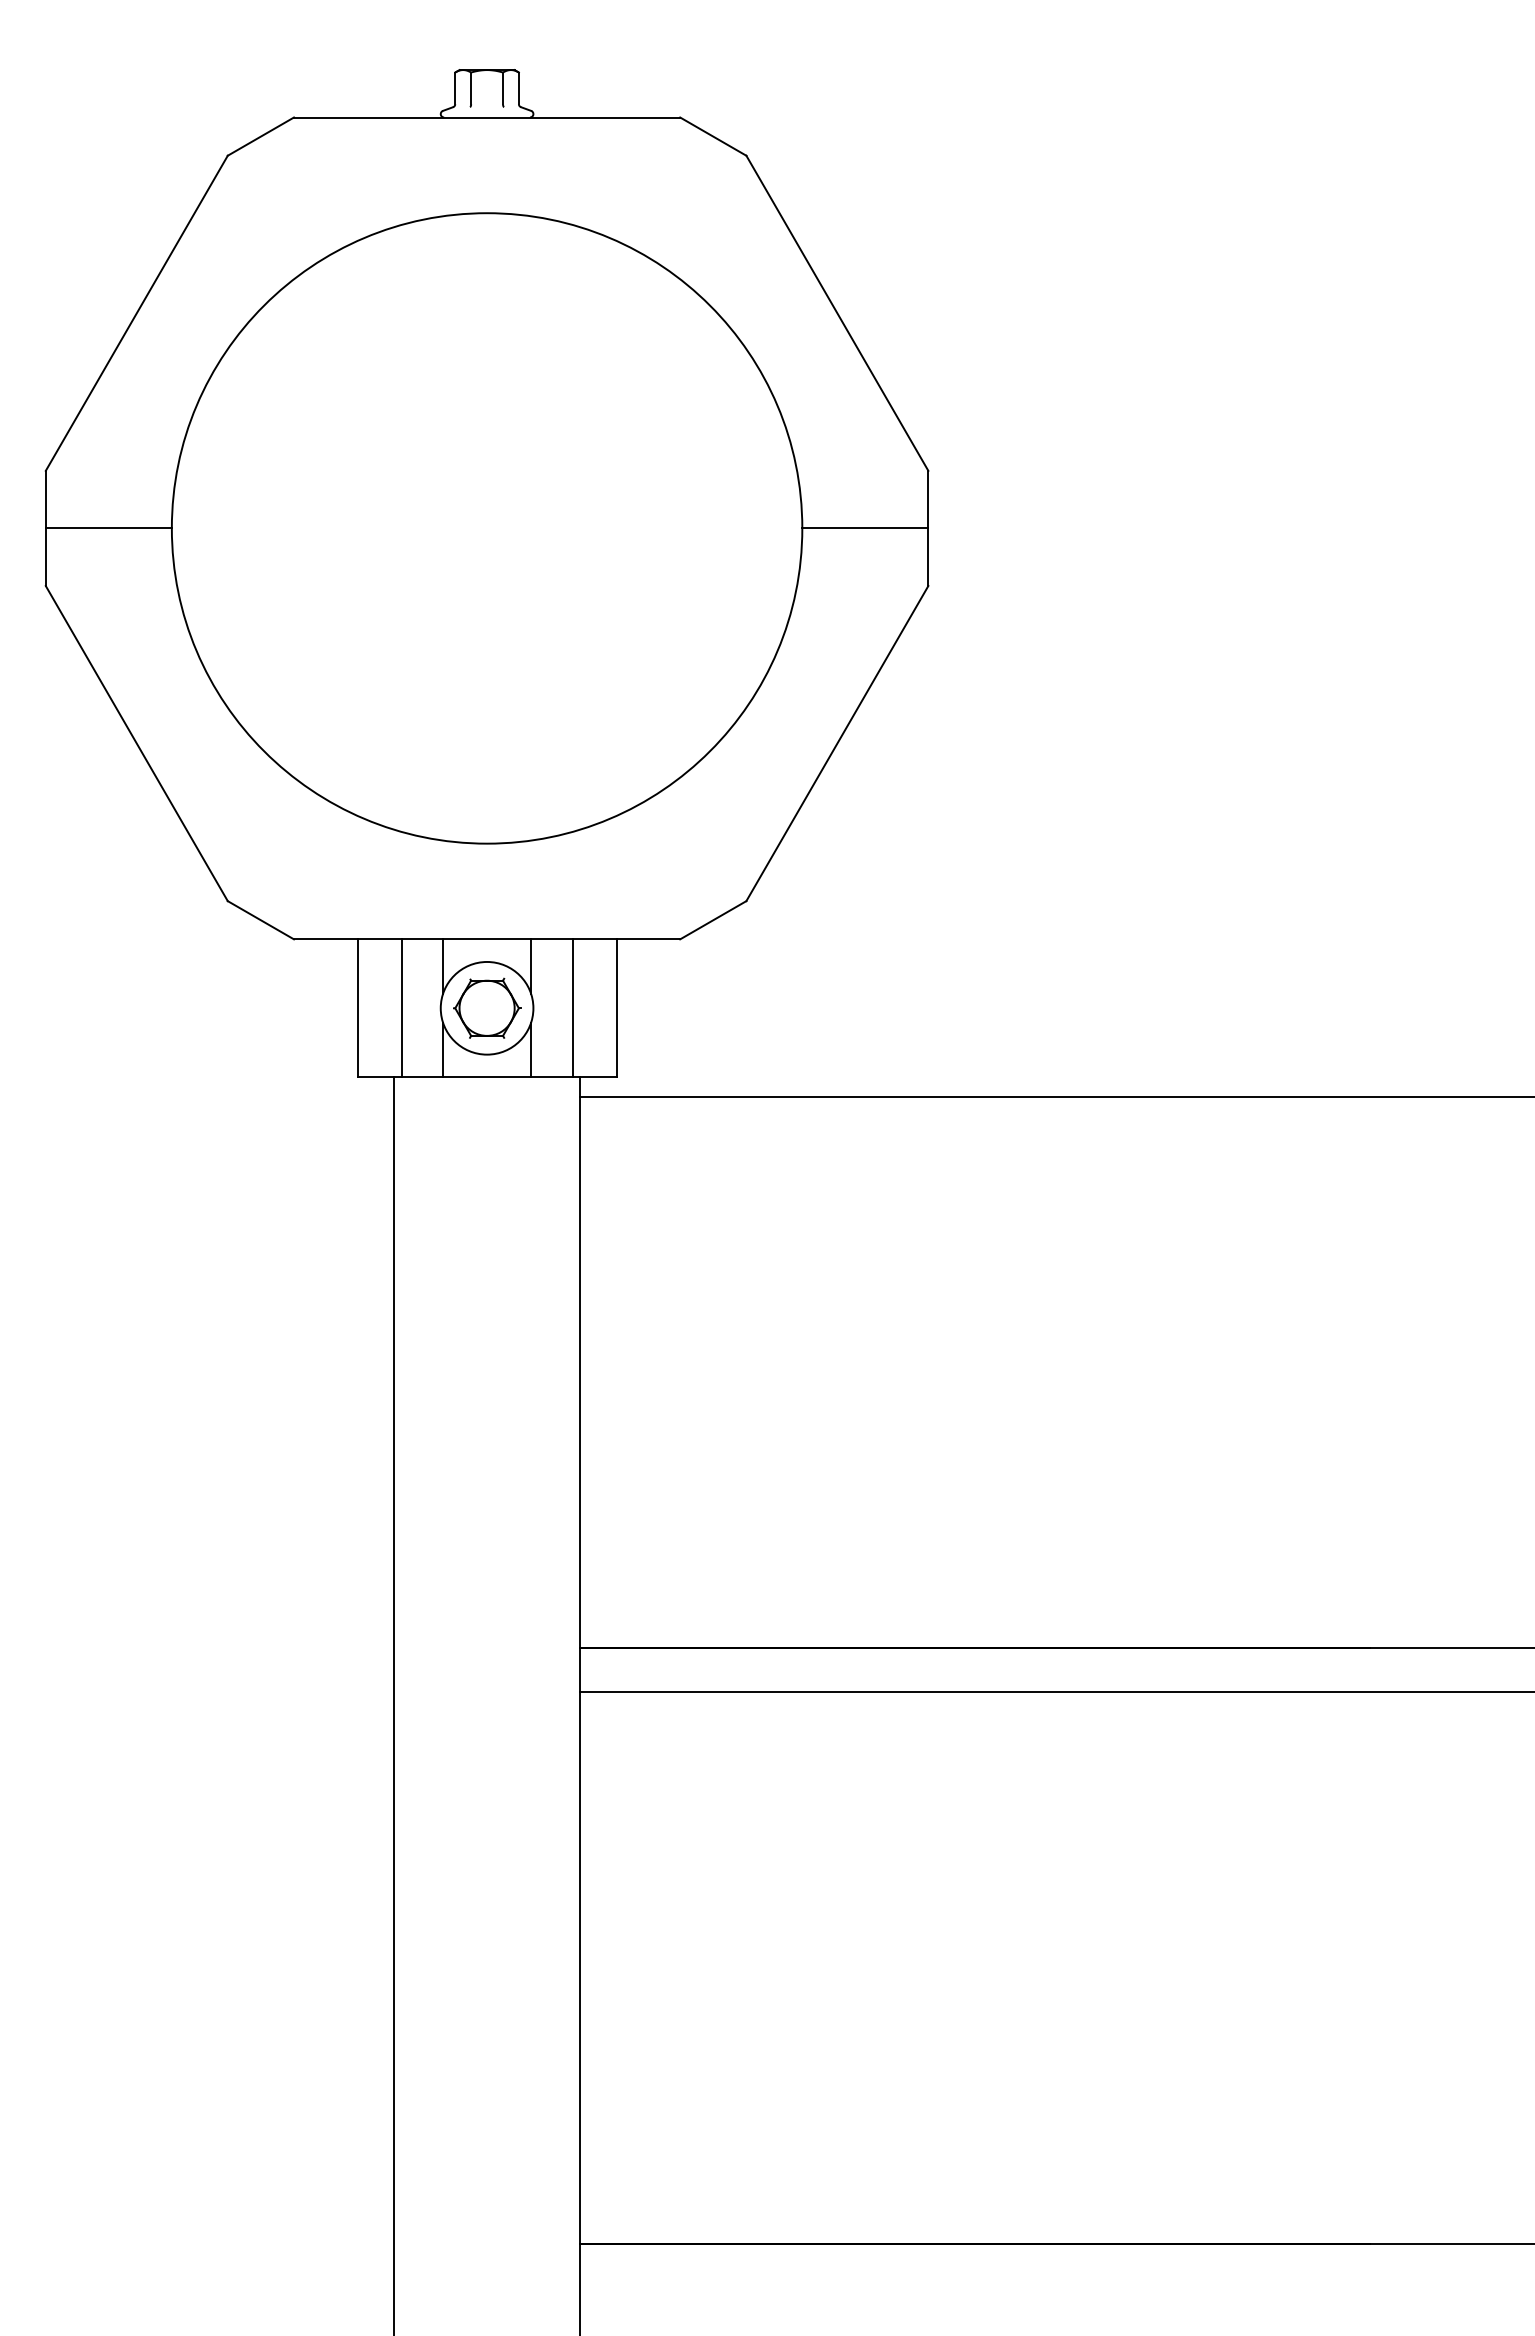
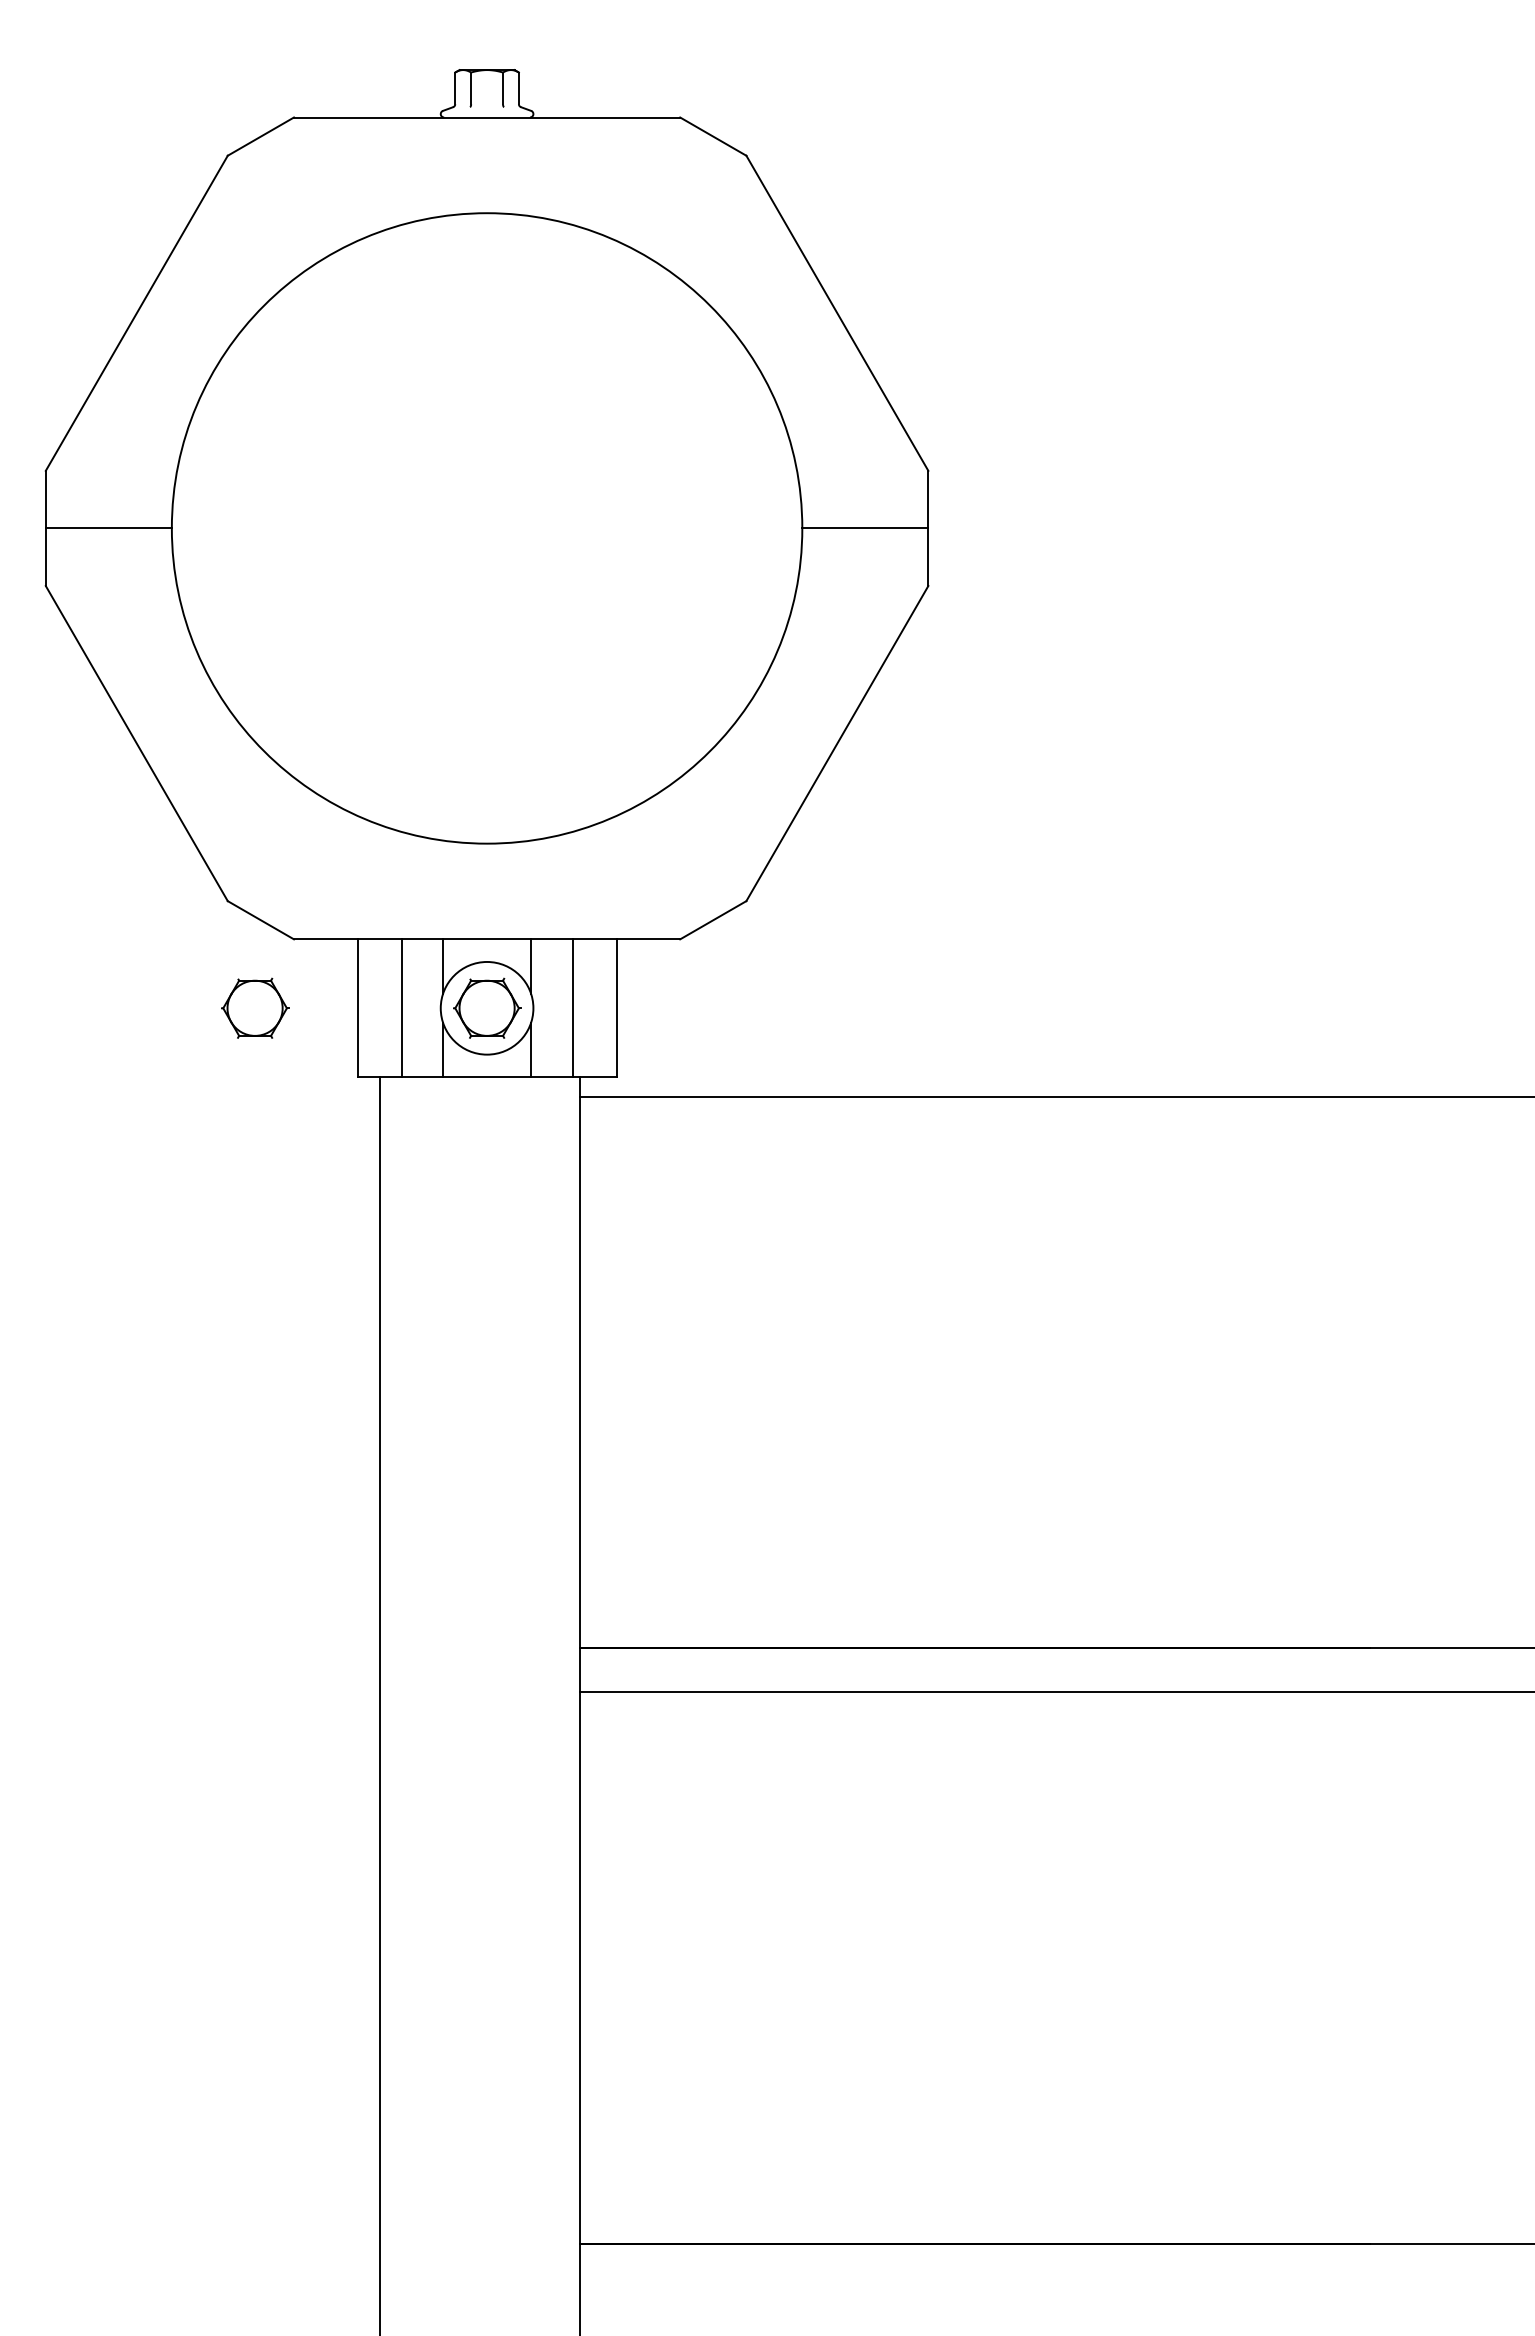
part at (255, 1007): none -> present
line at (394, 1704) position: (394, 1704) -> (380, 1704)
